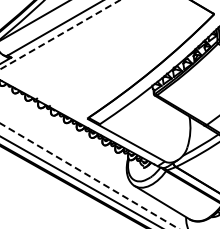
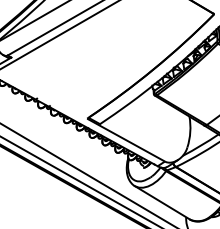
line at (60, 34): dashed -> solid
line at (88, 175): dashed -> solid
